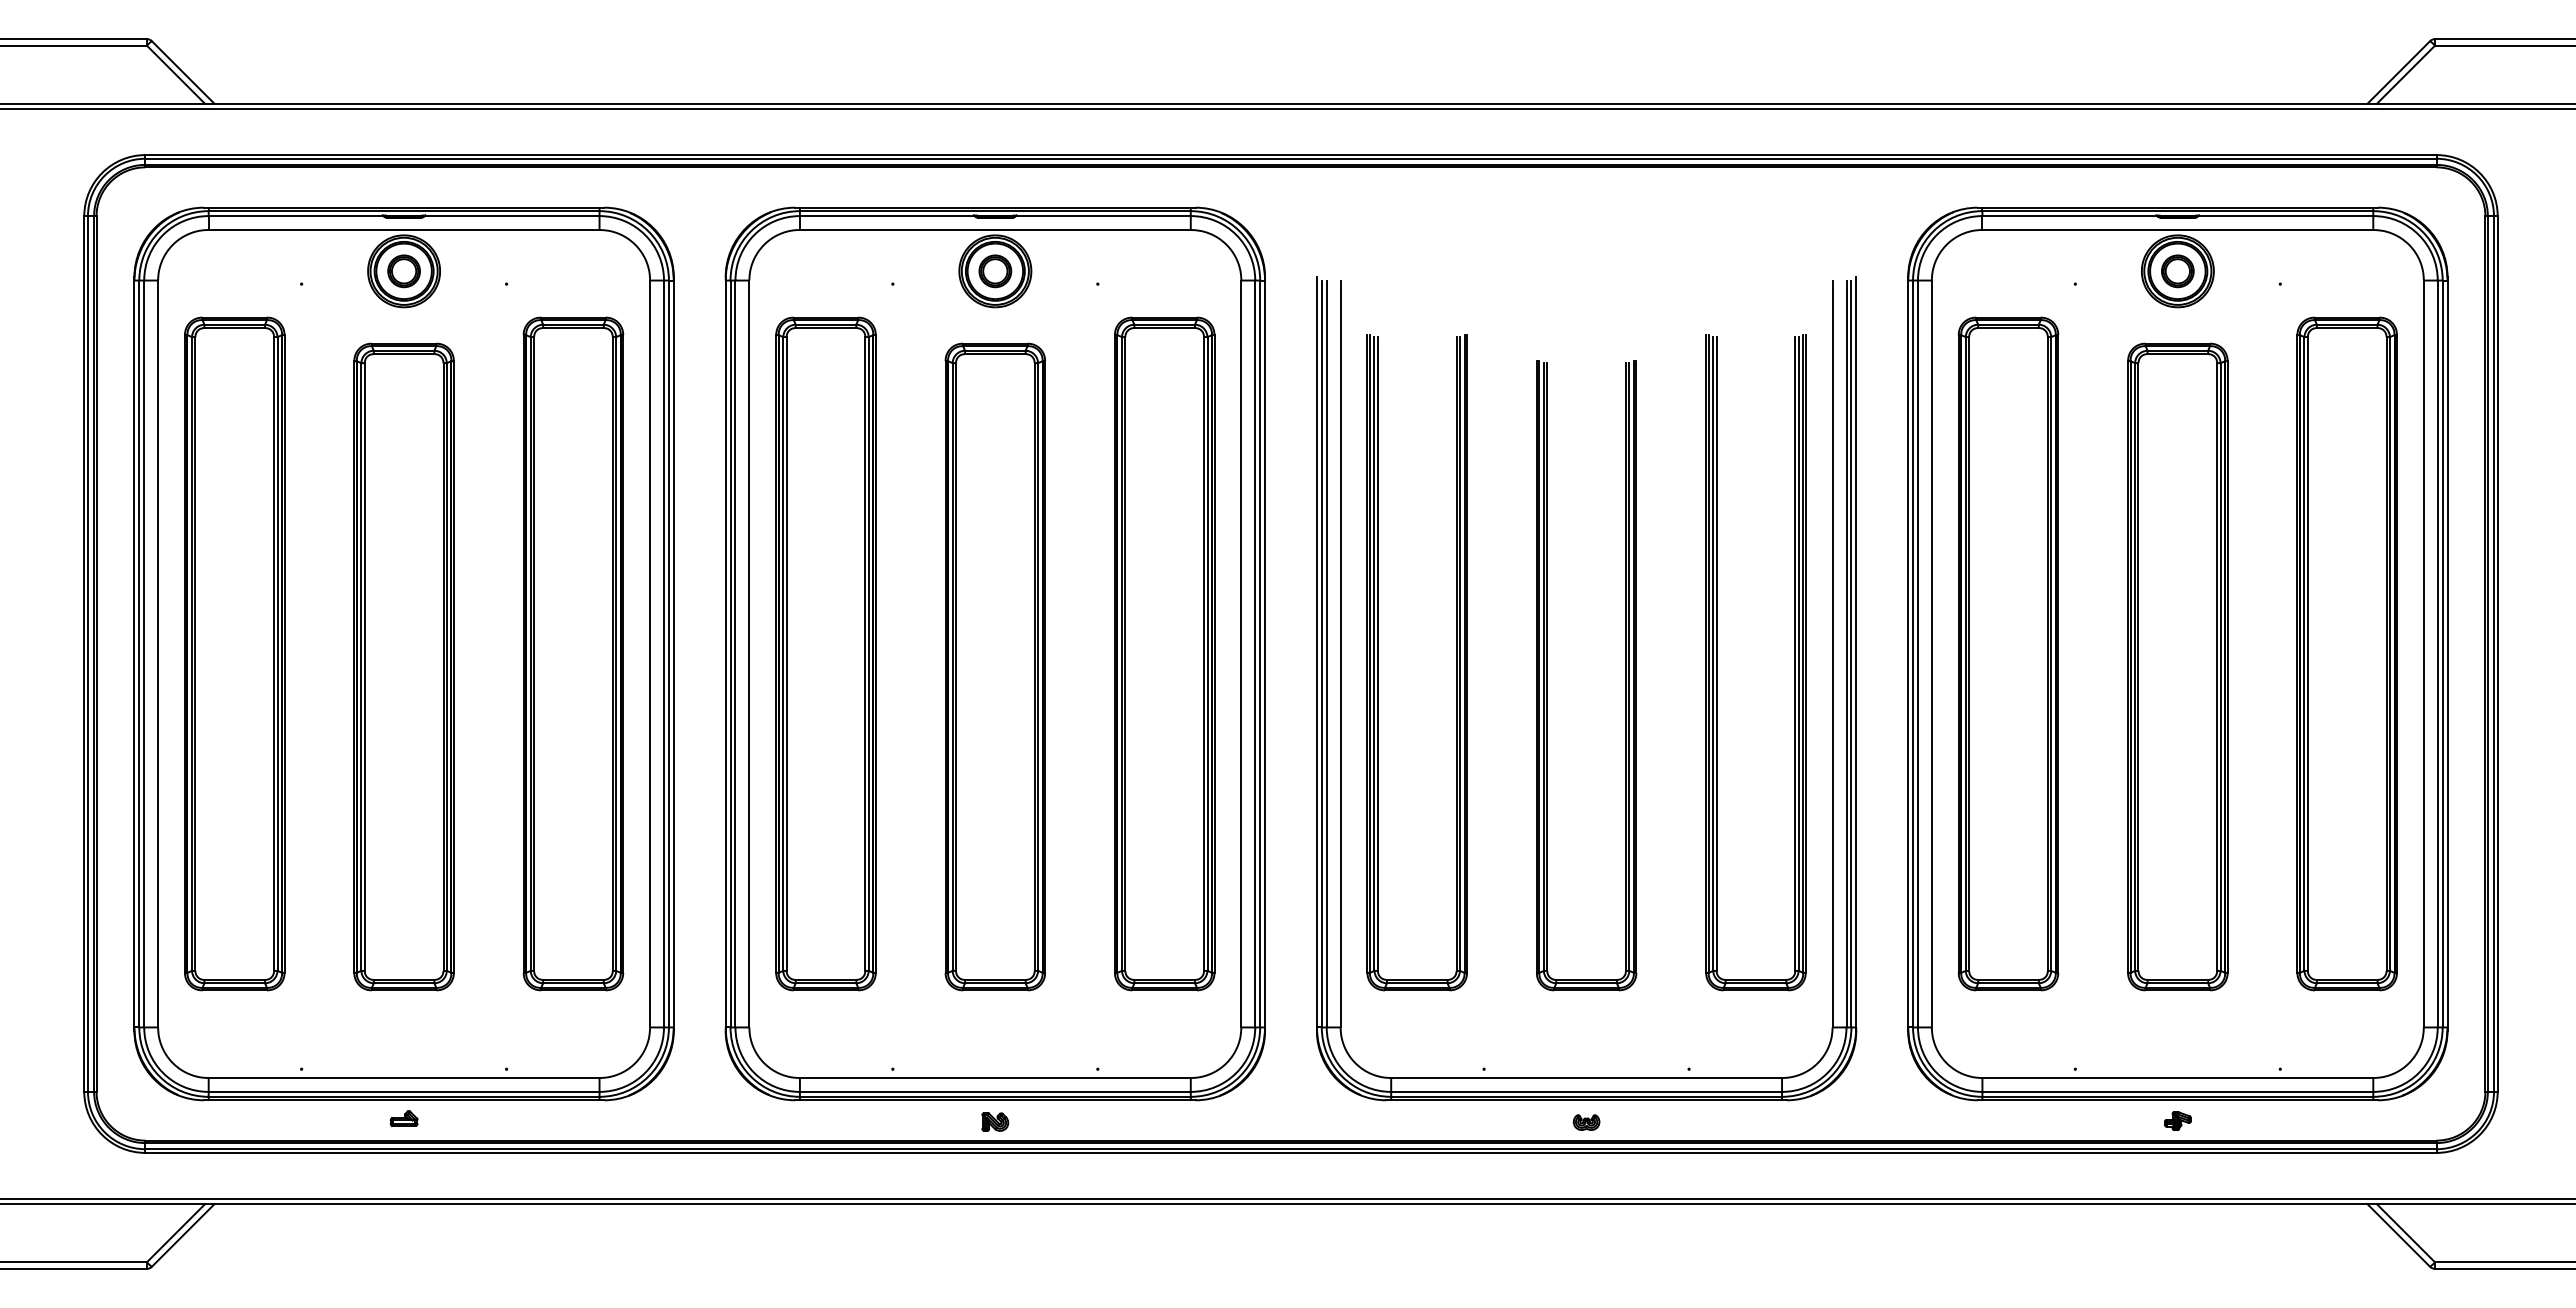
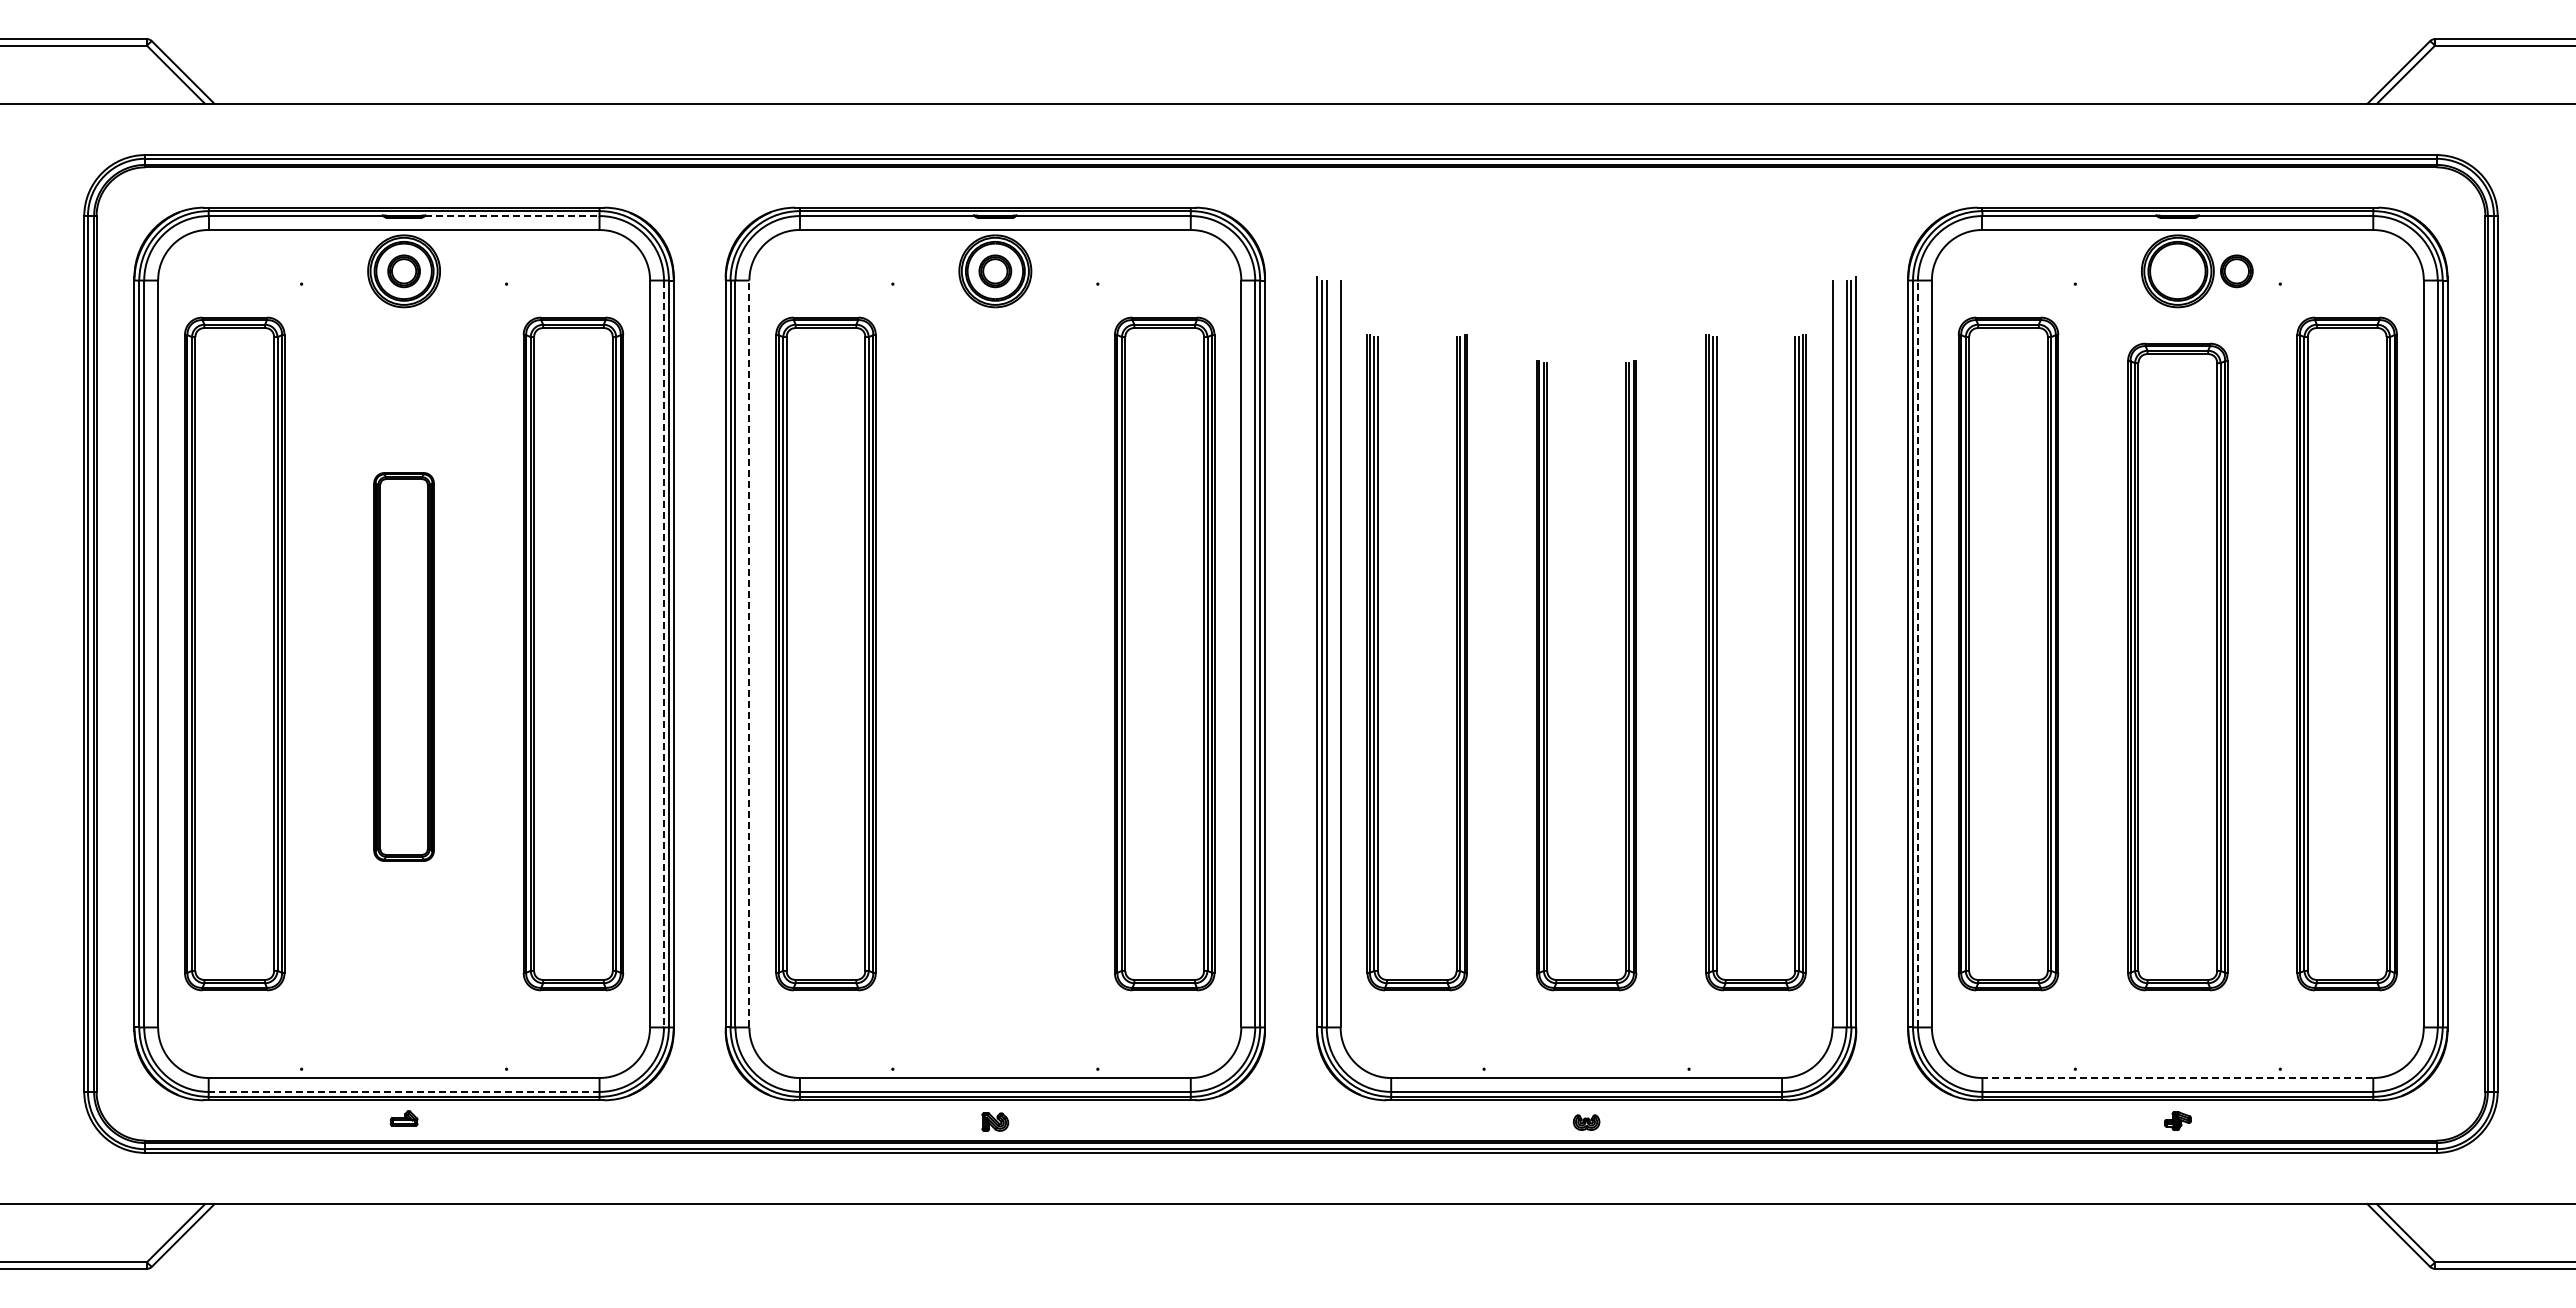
line at (1287, 109): present -> none
line at (512, 216): solid -> dashed
part at (2177, 271) position: (2177, 271) -> (2236, 271)
line at (749, 653): solid -> dashed
line at (1917, 653): solid -> dashed
line at (664, 654): solid -> dashed
part at (403, 666) size: 102x650 px -> 62x390 px
part at (994, 666): present -> none
line at (2177, 1078): solid -> dashed
line at (403, 1091): solid -> dashed
line at (1287, 1198): present -> none
